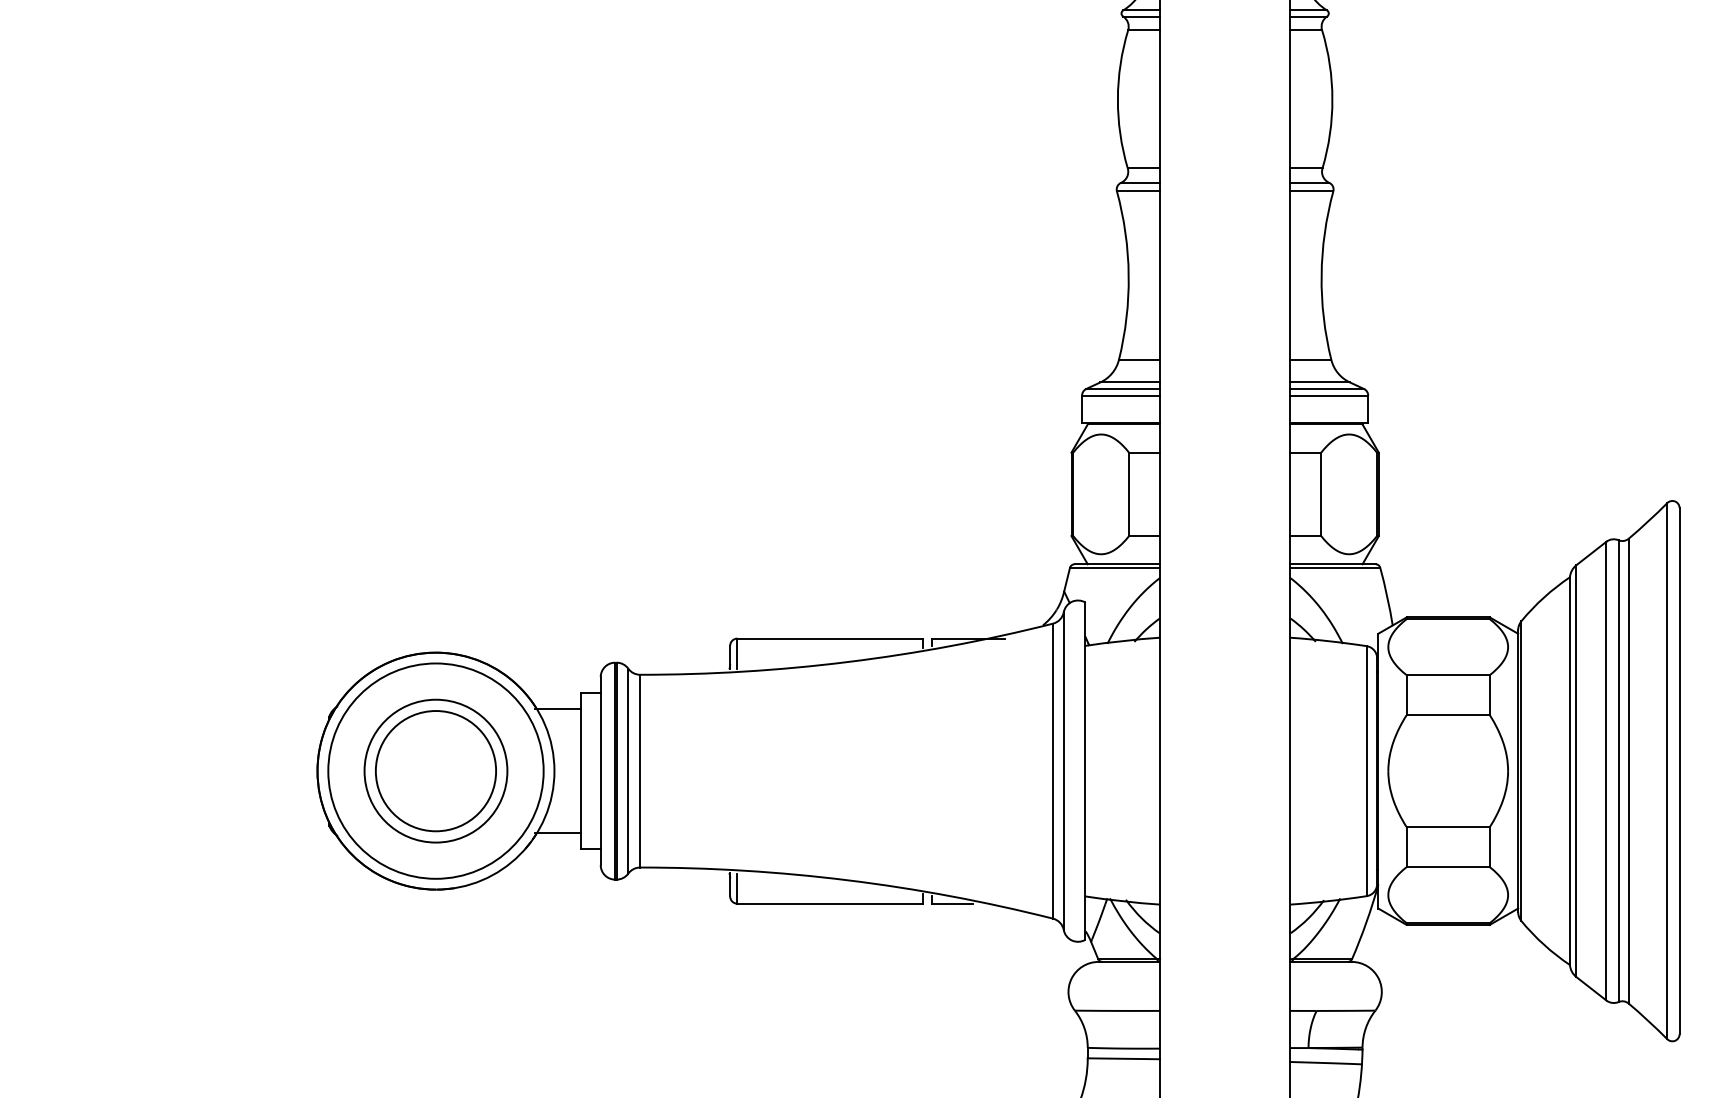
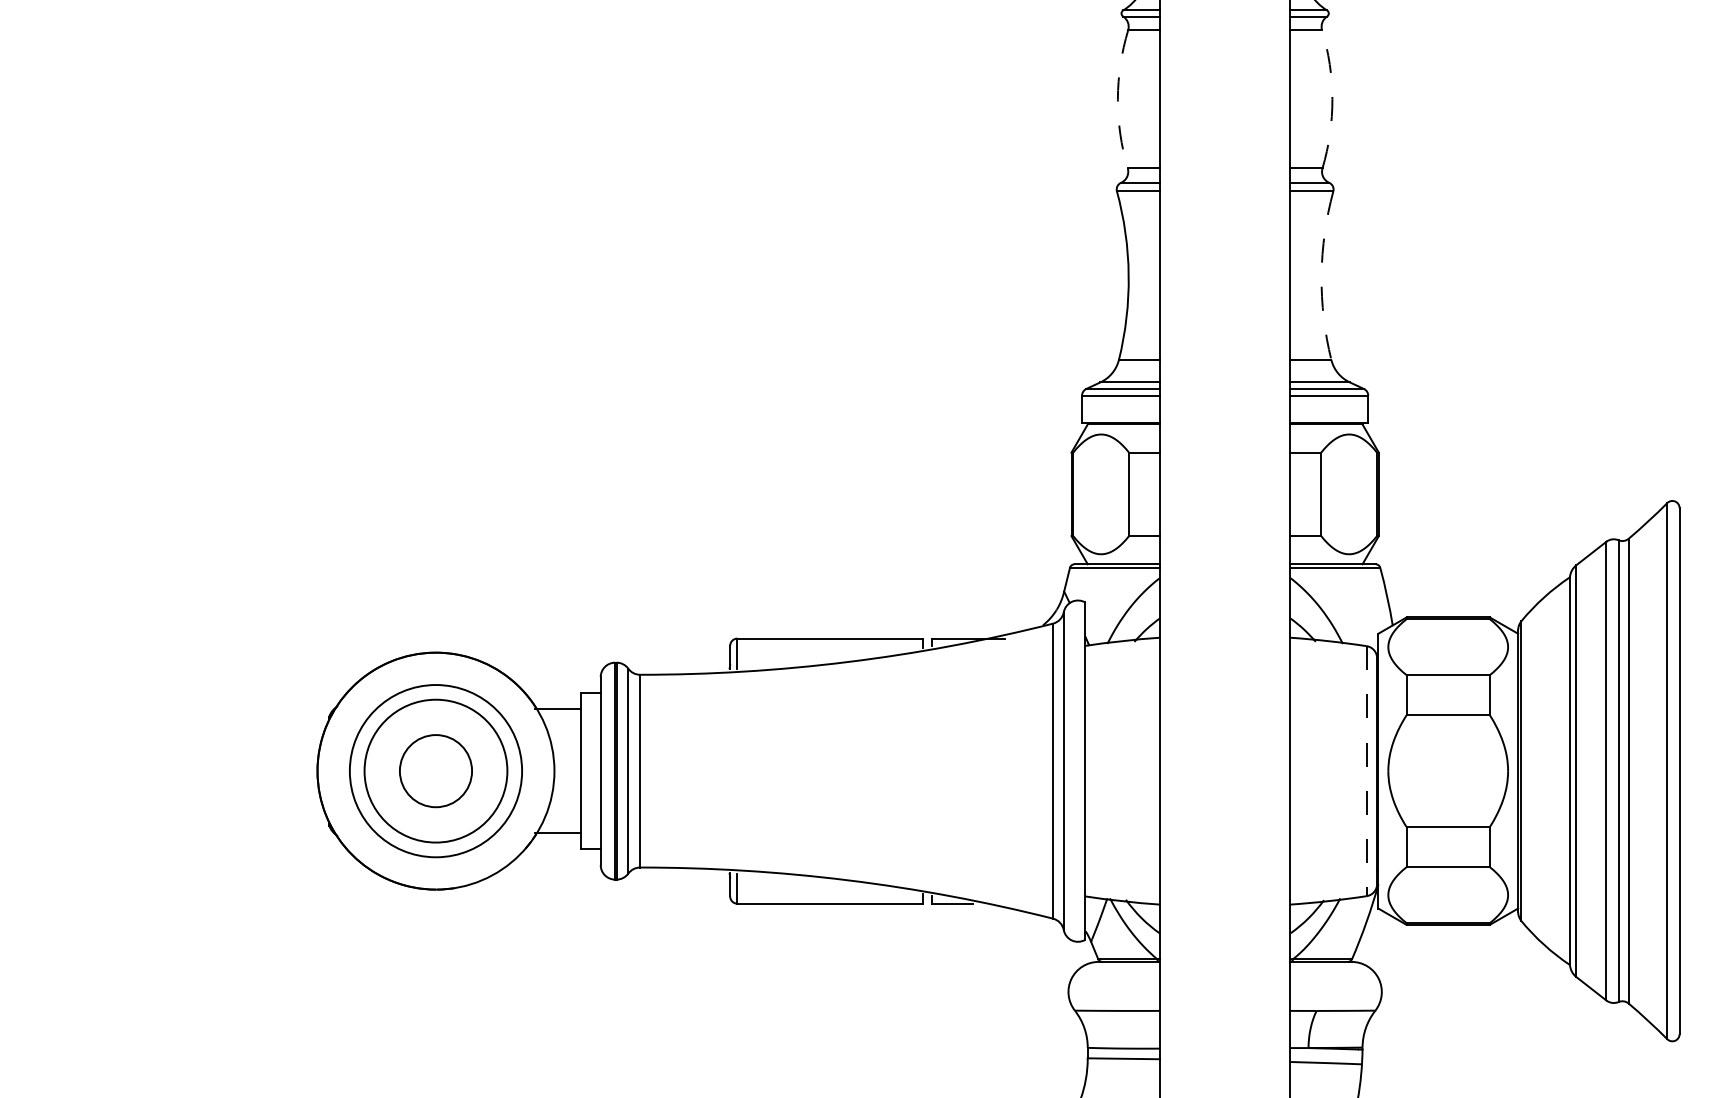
arc at (1117, 99): solid -> dashed
arc at (1332, 99): solid -> dashed
arc at (1321, 275): solid -> dashed
circle at (435, 770) diameter: 215 px -> 172 px
circle at (435, 771) diameter: 120 px -> 72 px
line at (1366, 771): solid -> dashed
